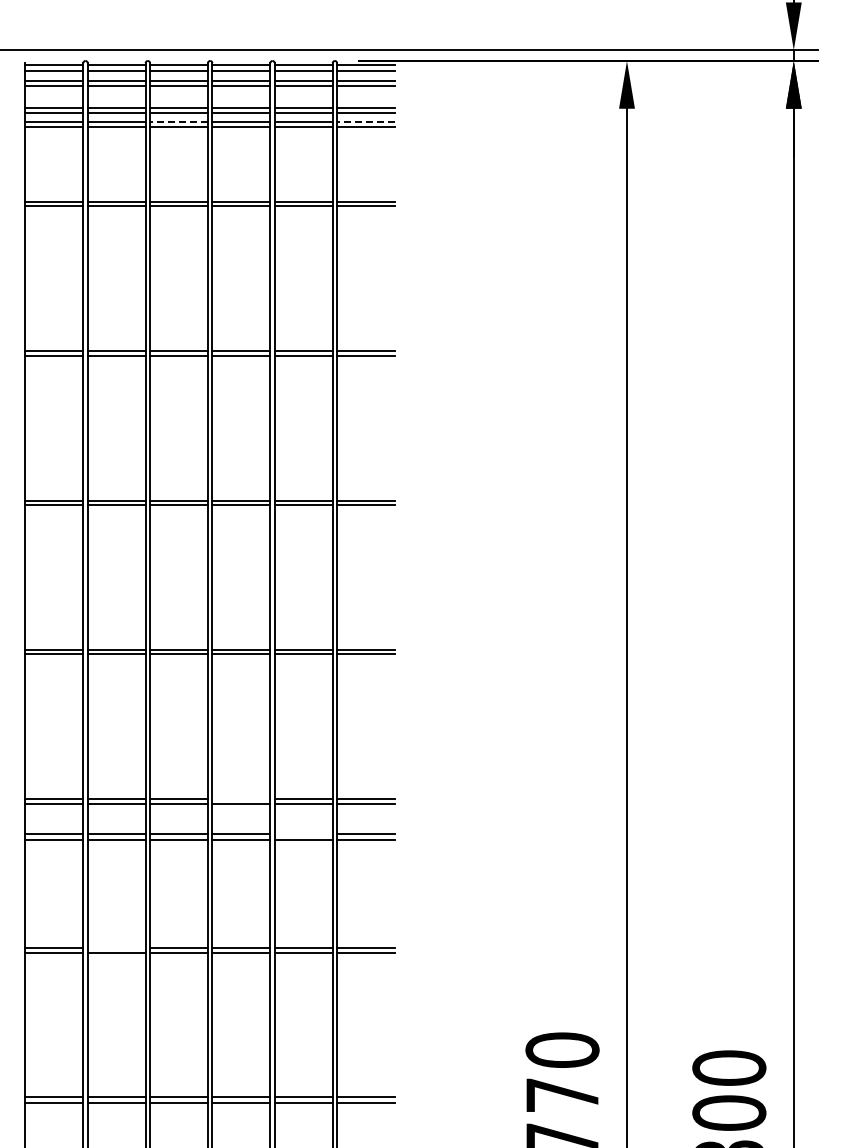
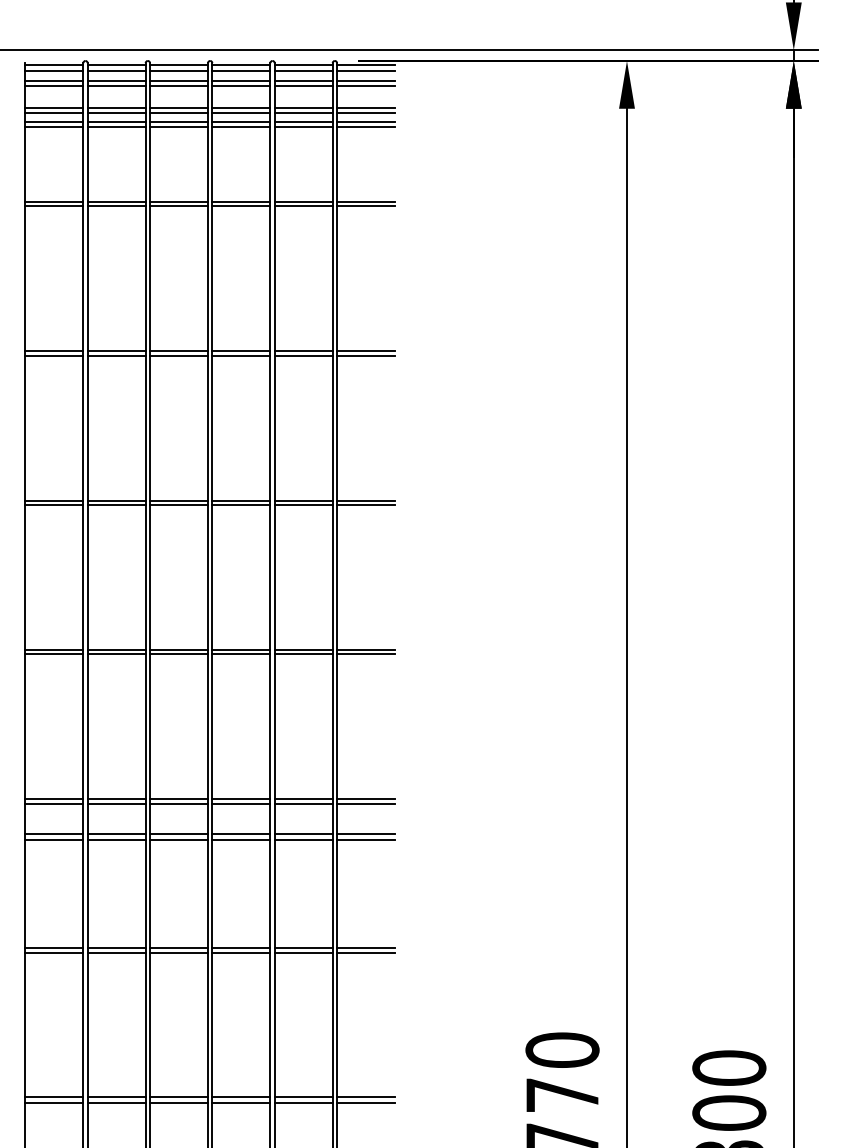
line at (178, 121): dashed -> solid
line at (365, 121): dashed -> solid
line at (241, 798): none -> present
line at (303, 834): none -> present
line at (116, 948): none -> present
